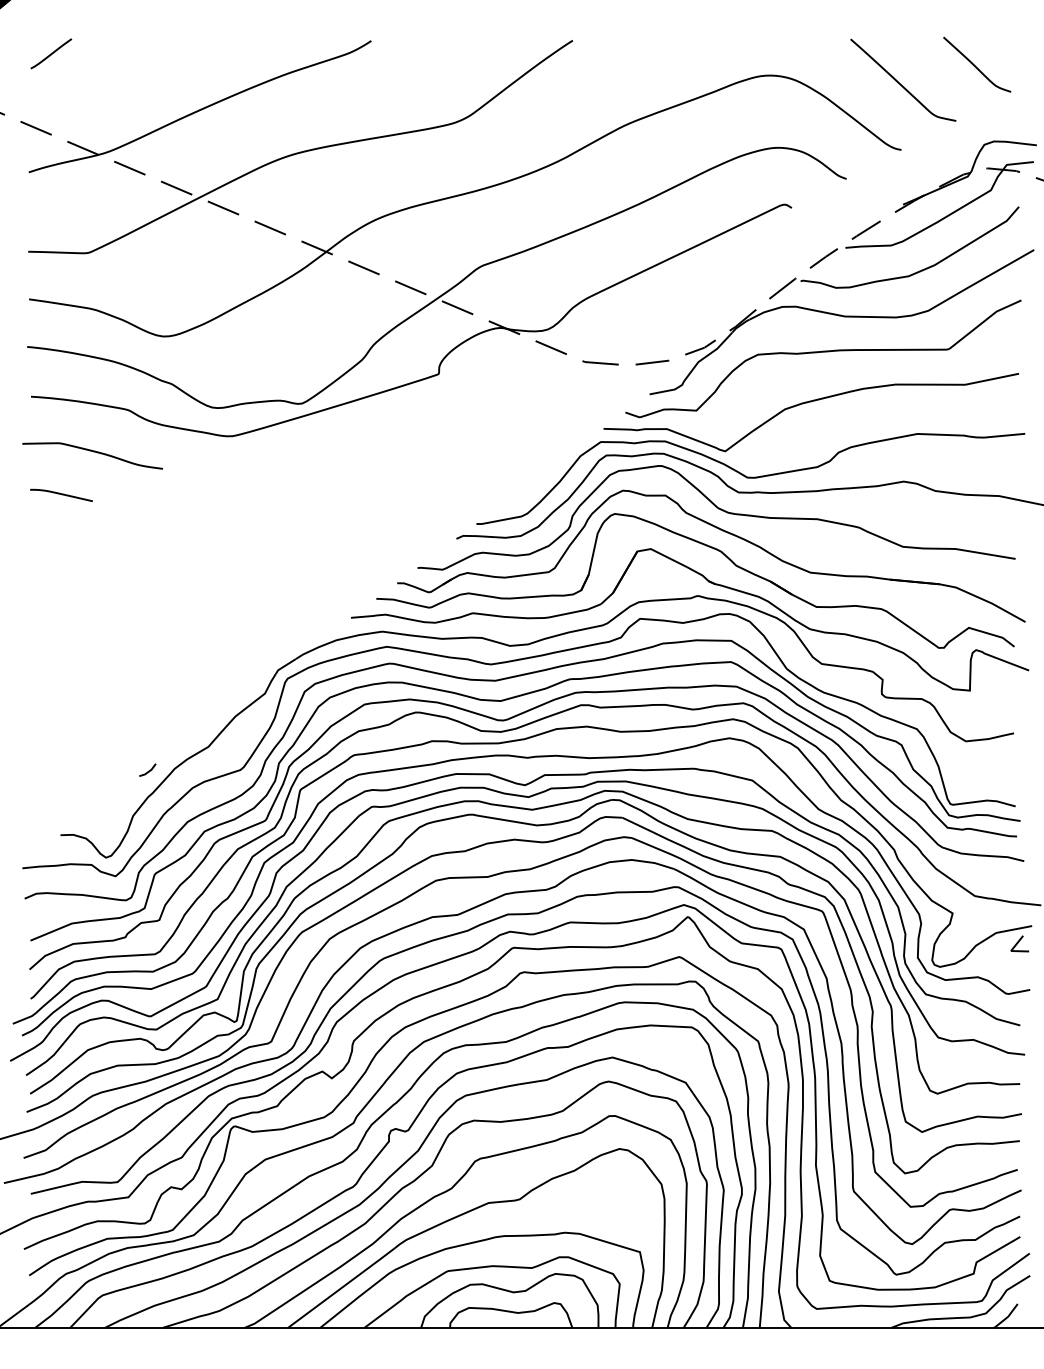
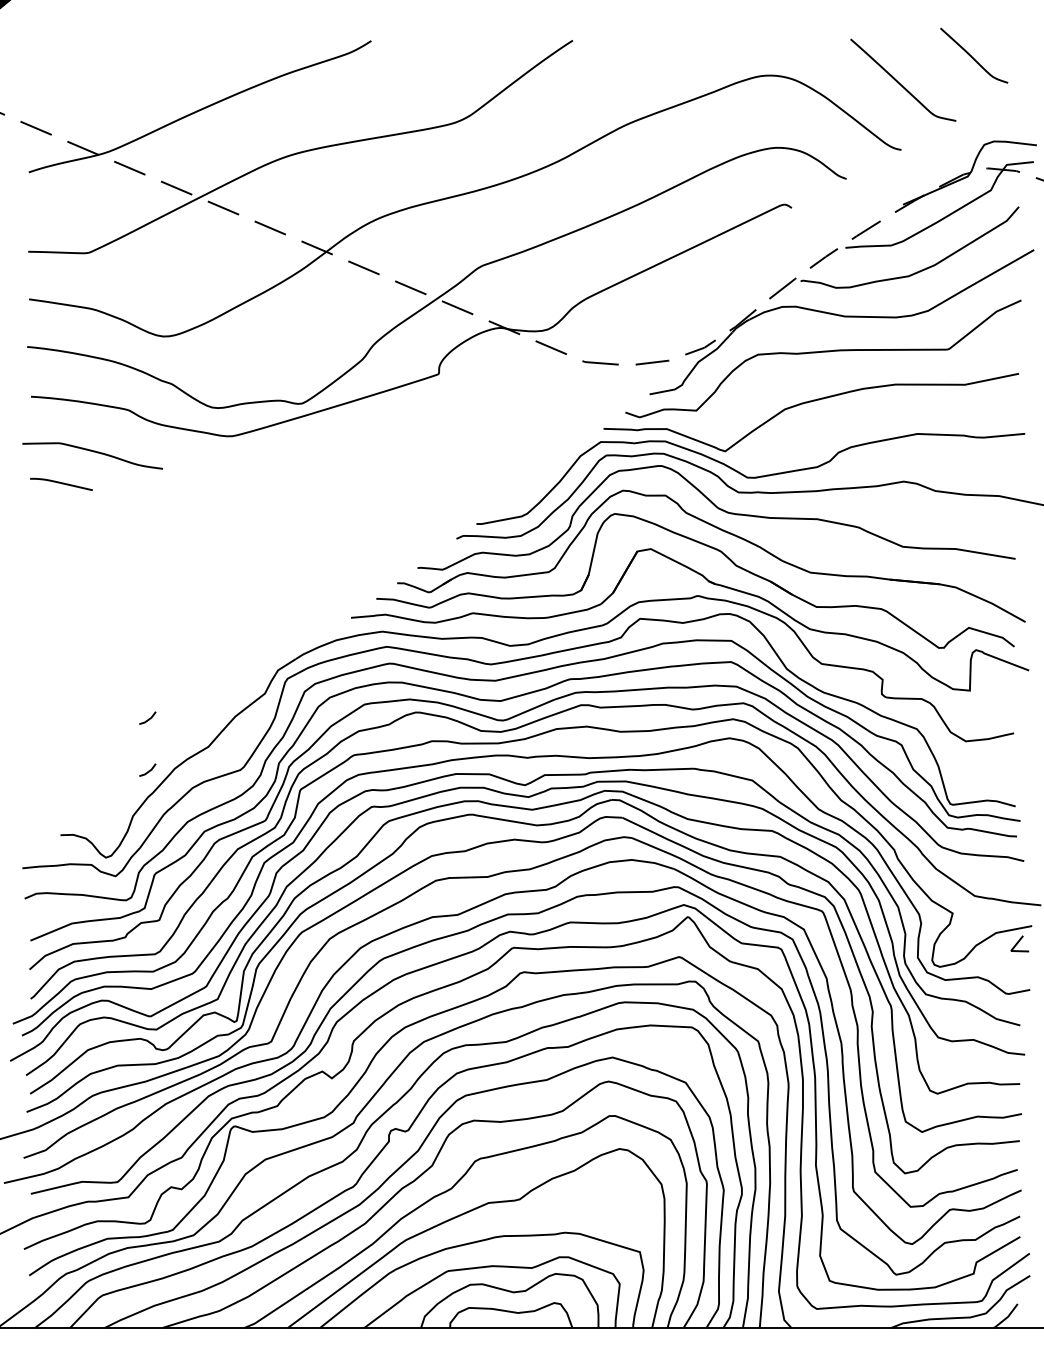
line at (51, 53): present -> none
curve at (975, 65) position: (975, 65) -> (972, 56)
curve at (61, 494) position: (61, 494) -> (61, 483)
line at (148, 718): none -> present
